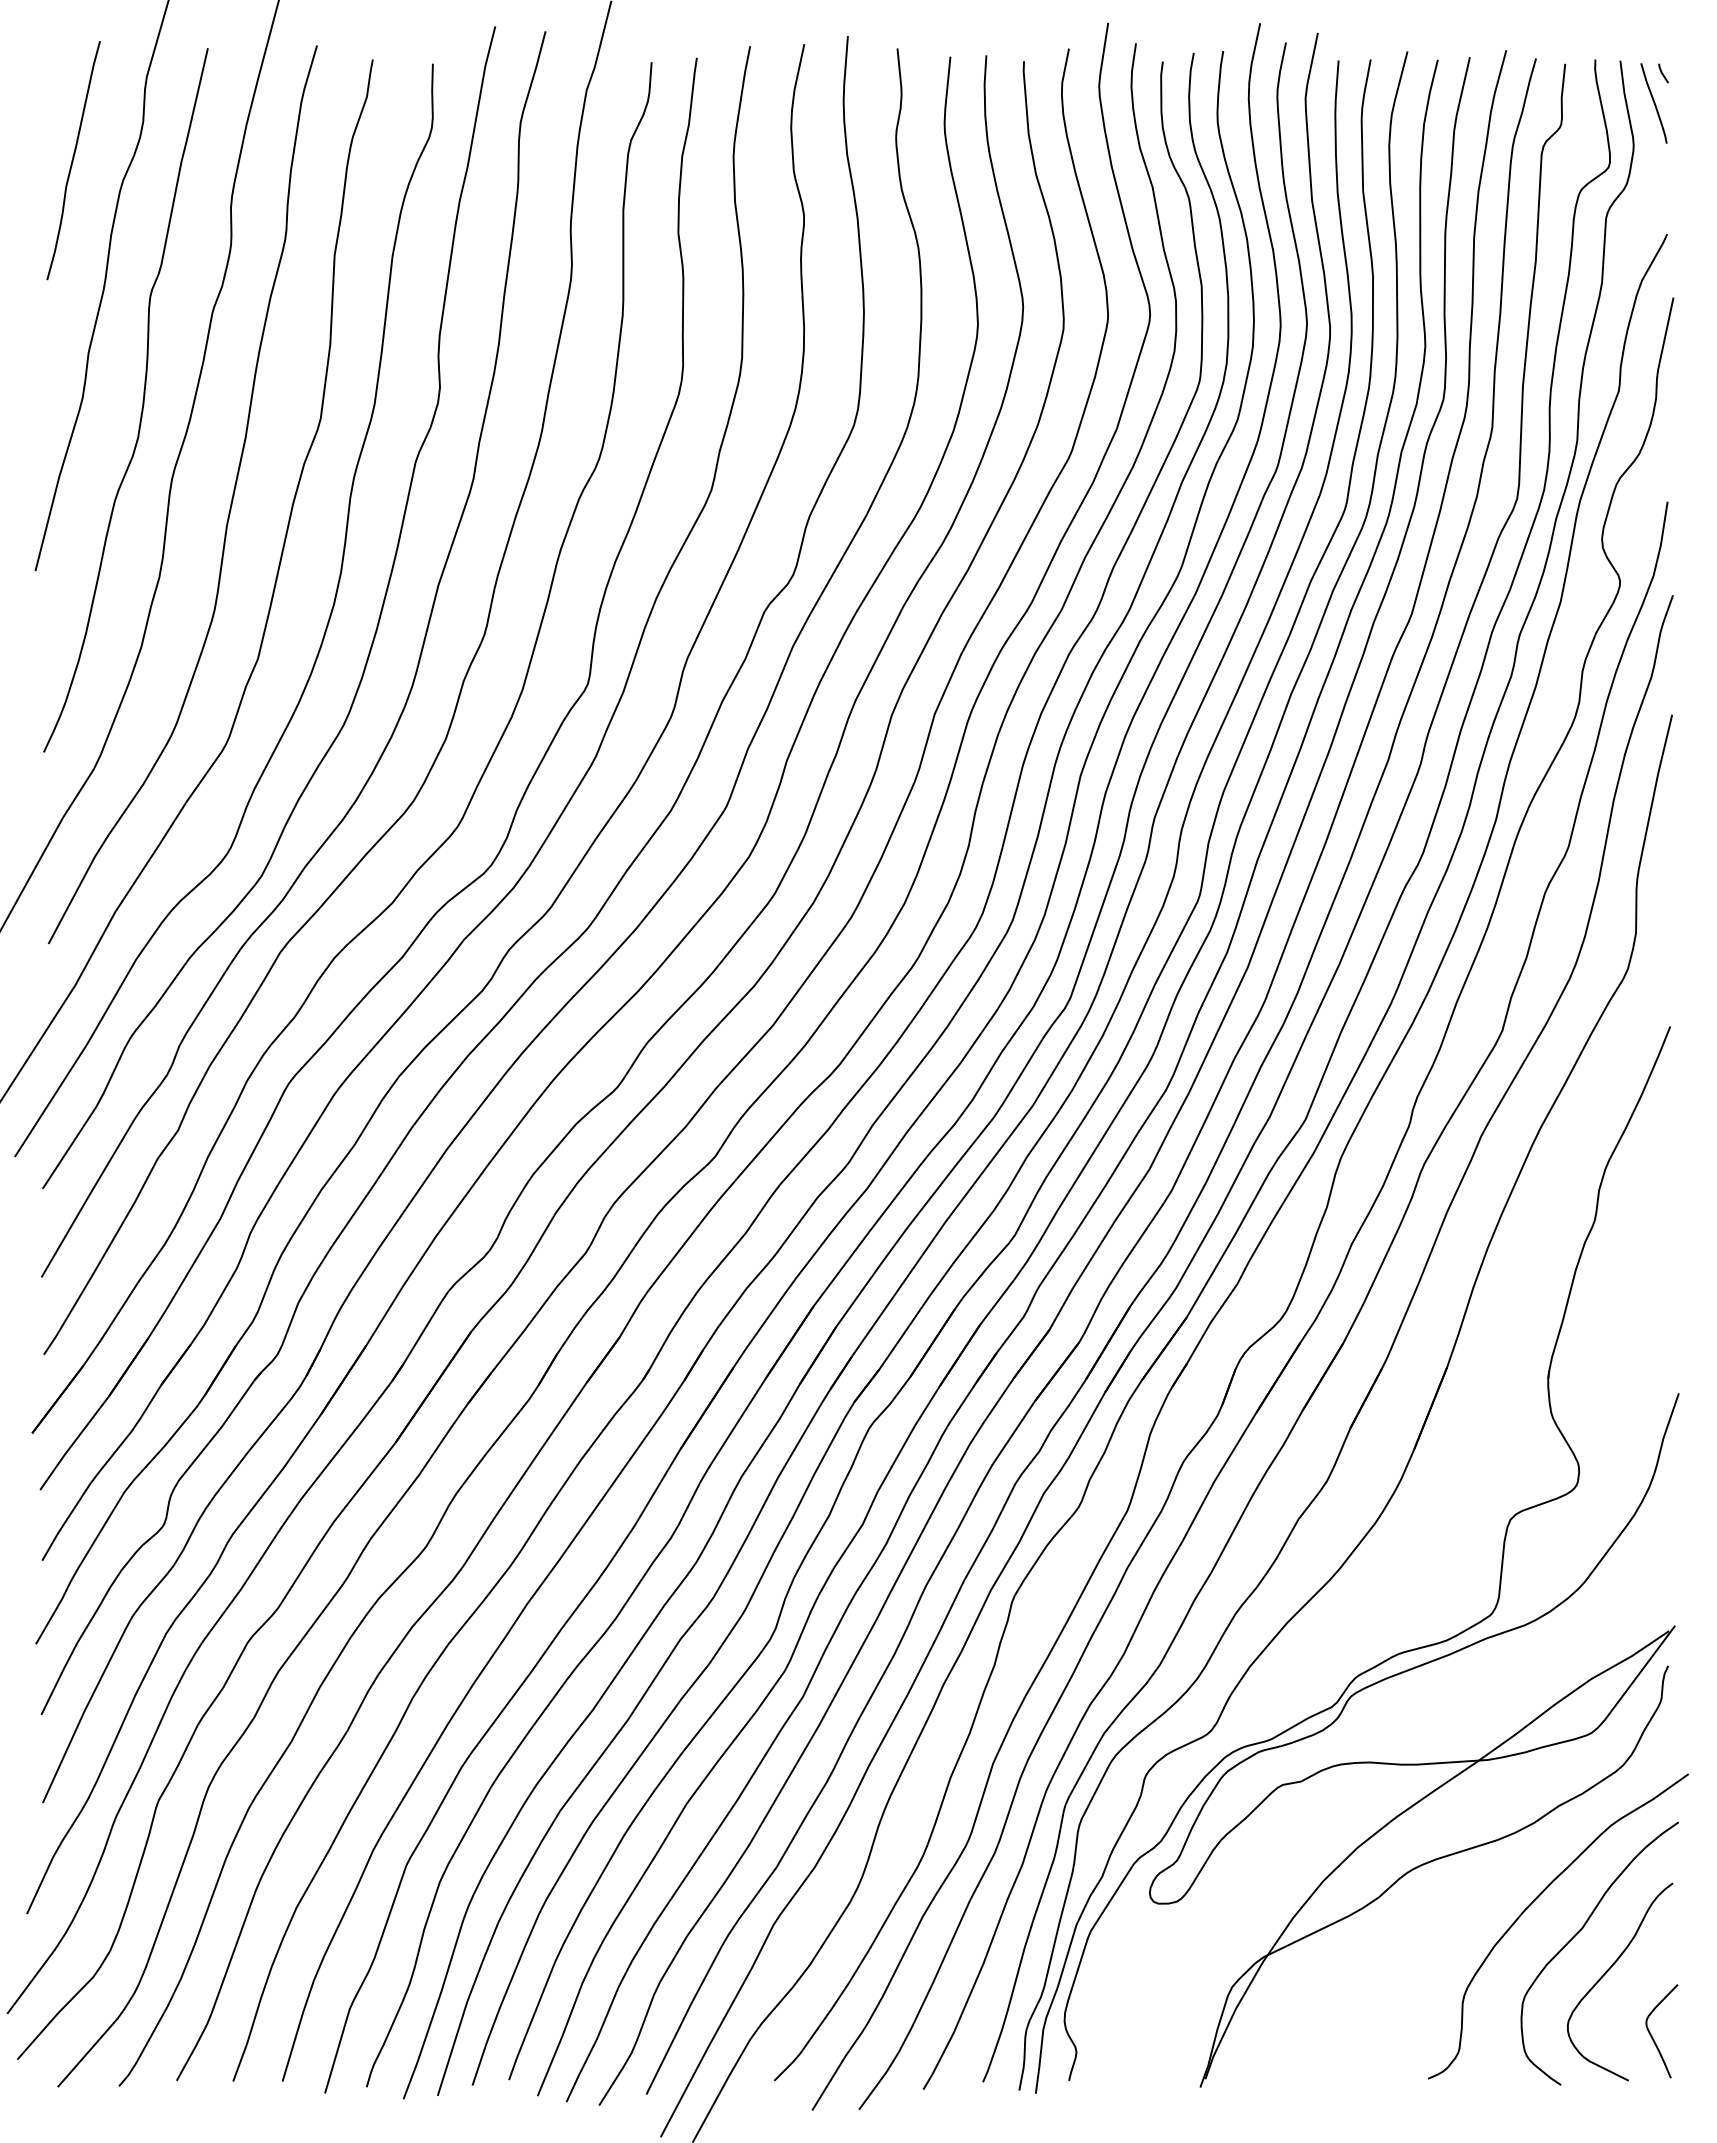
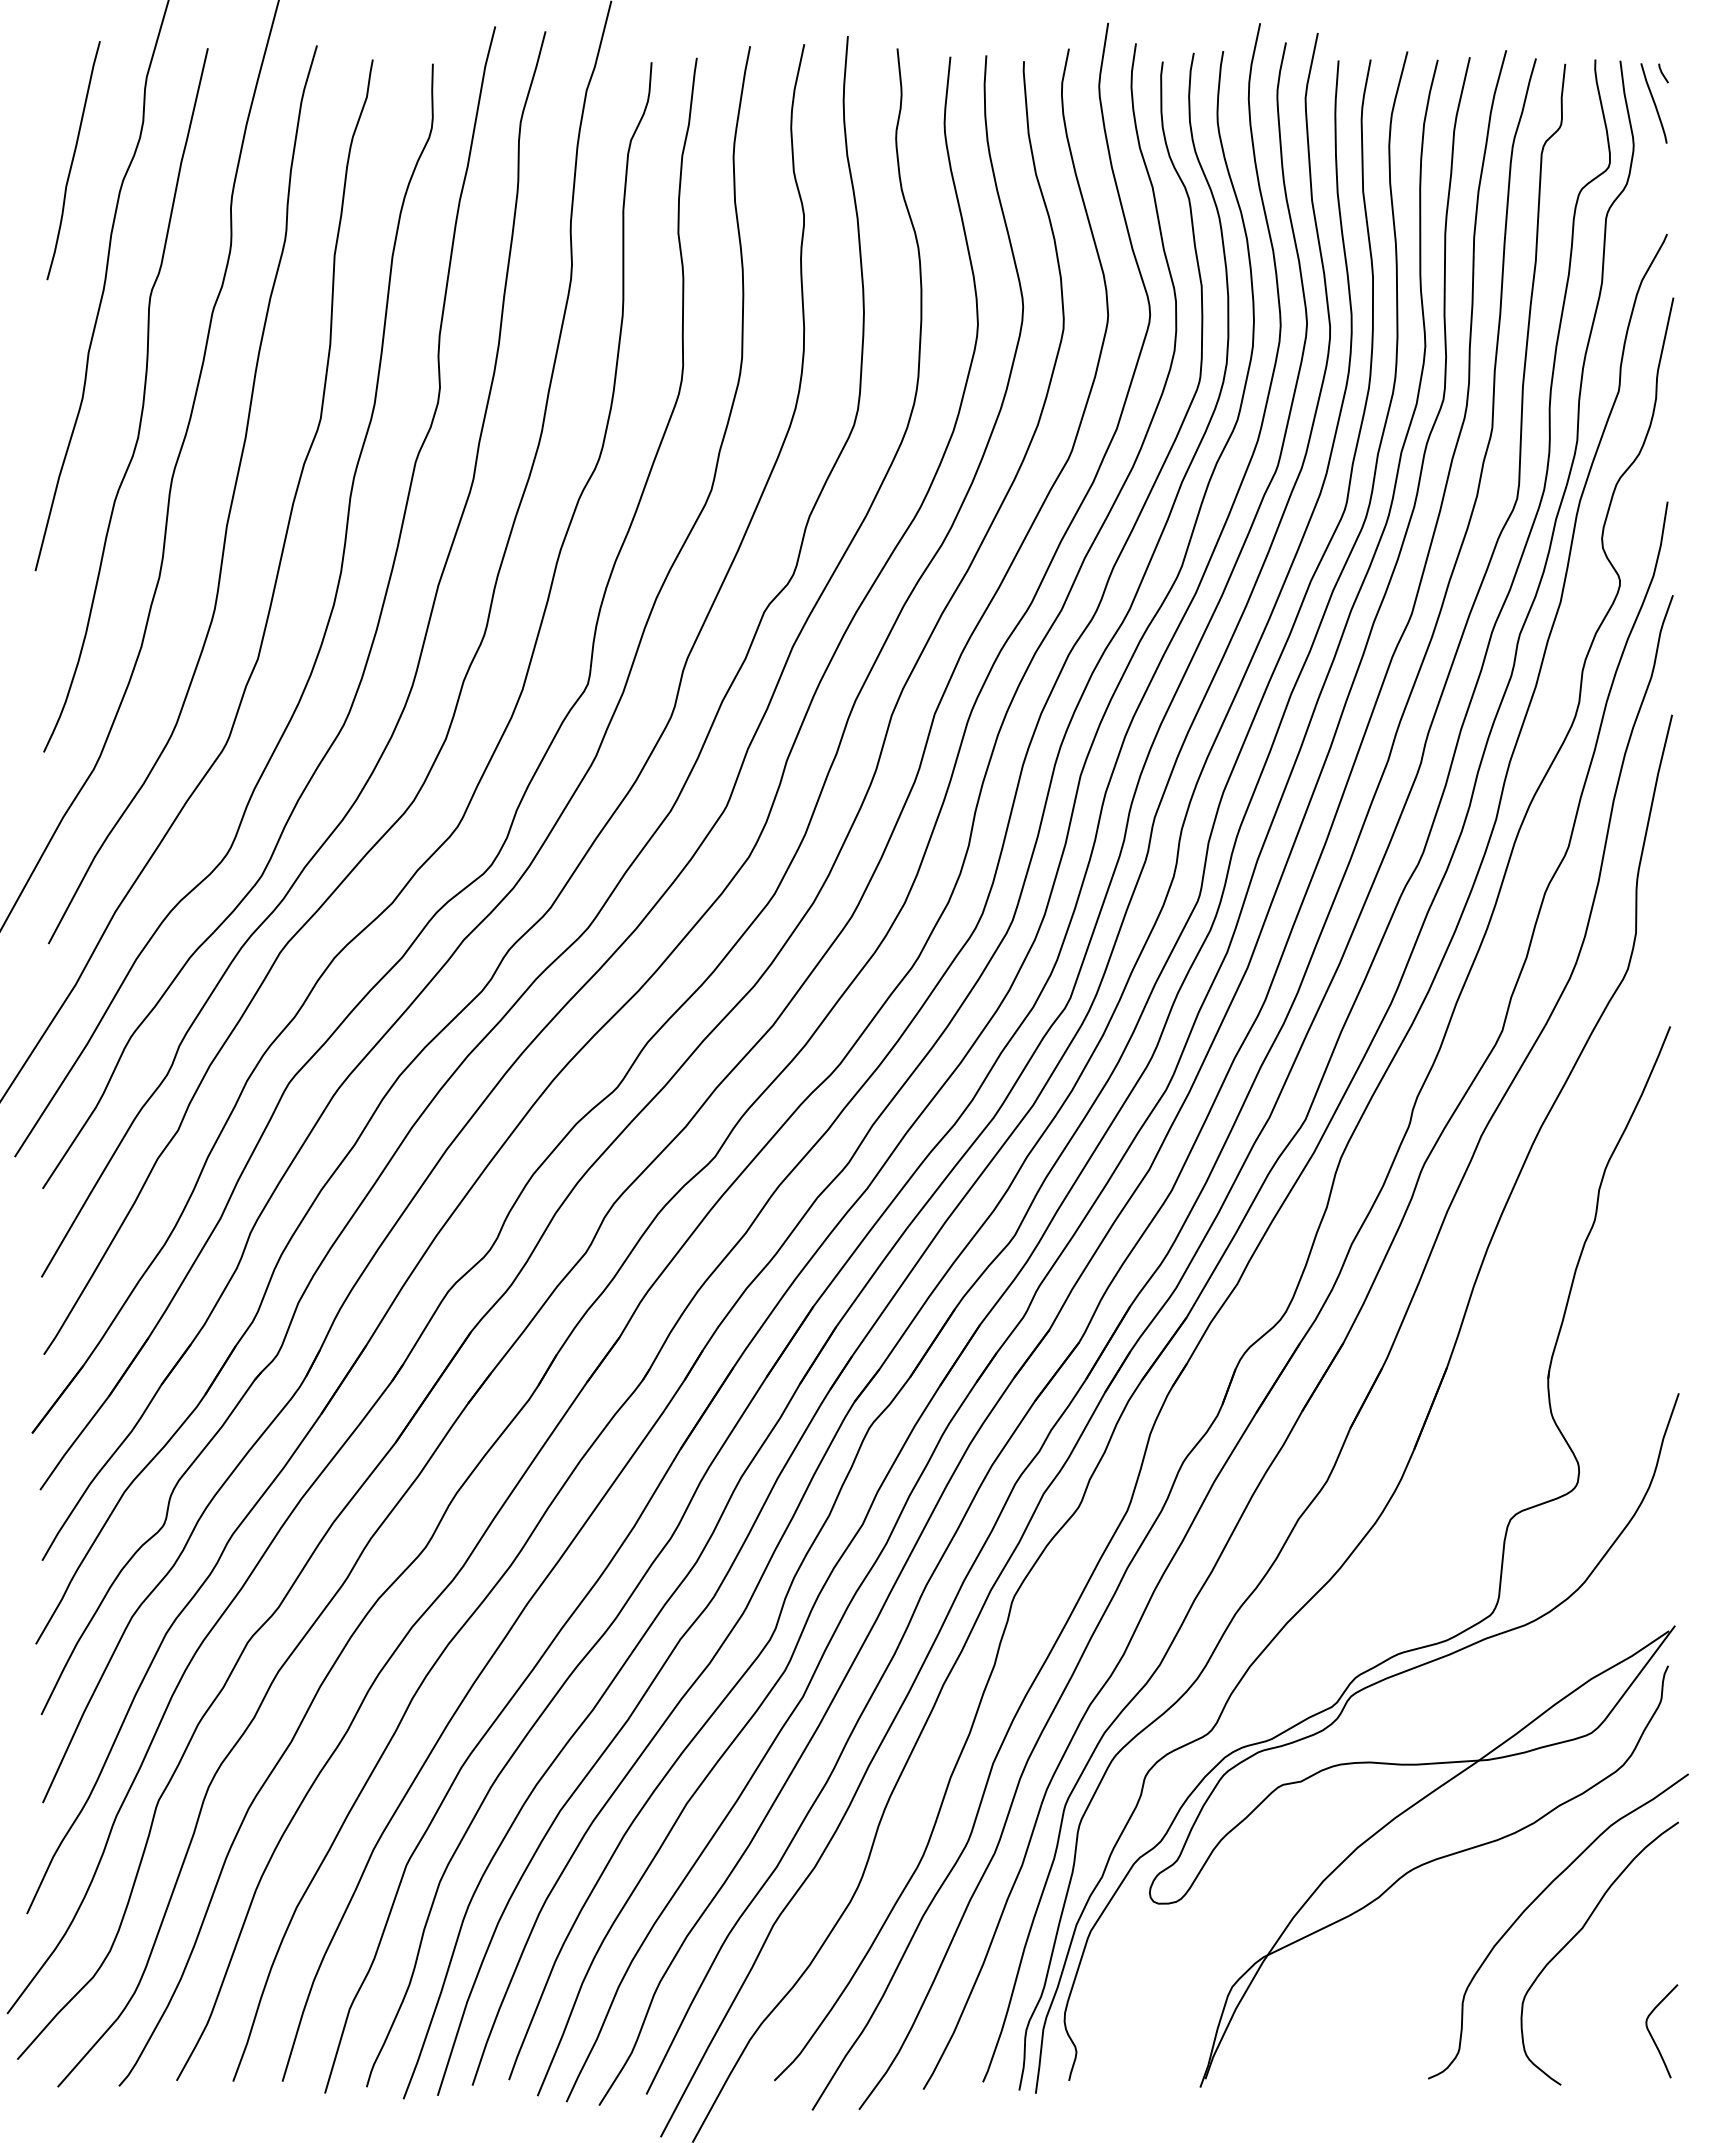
curve at (1609, 1970): present -> none
